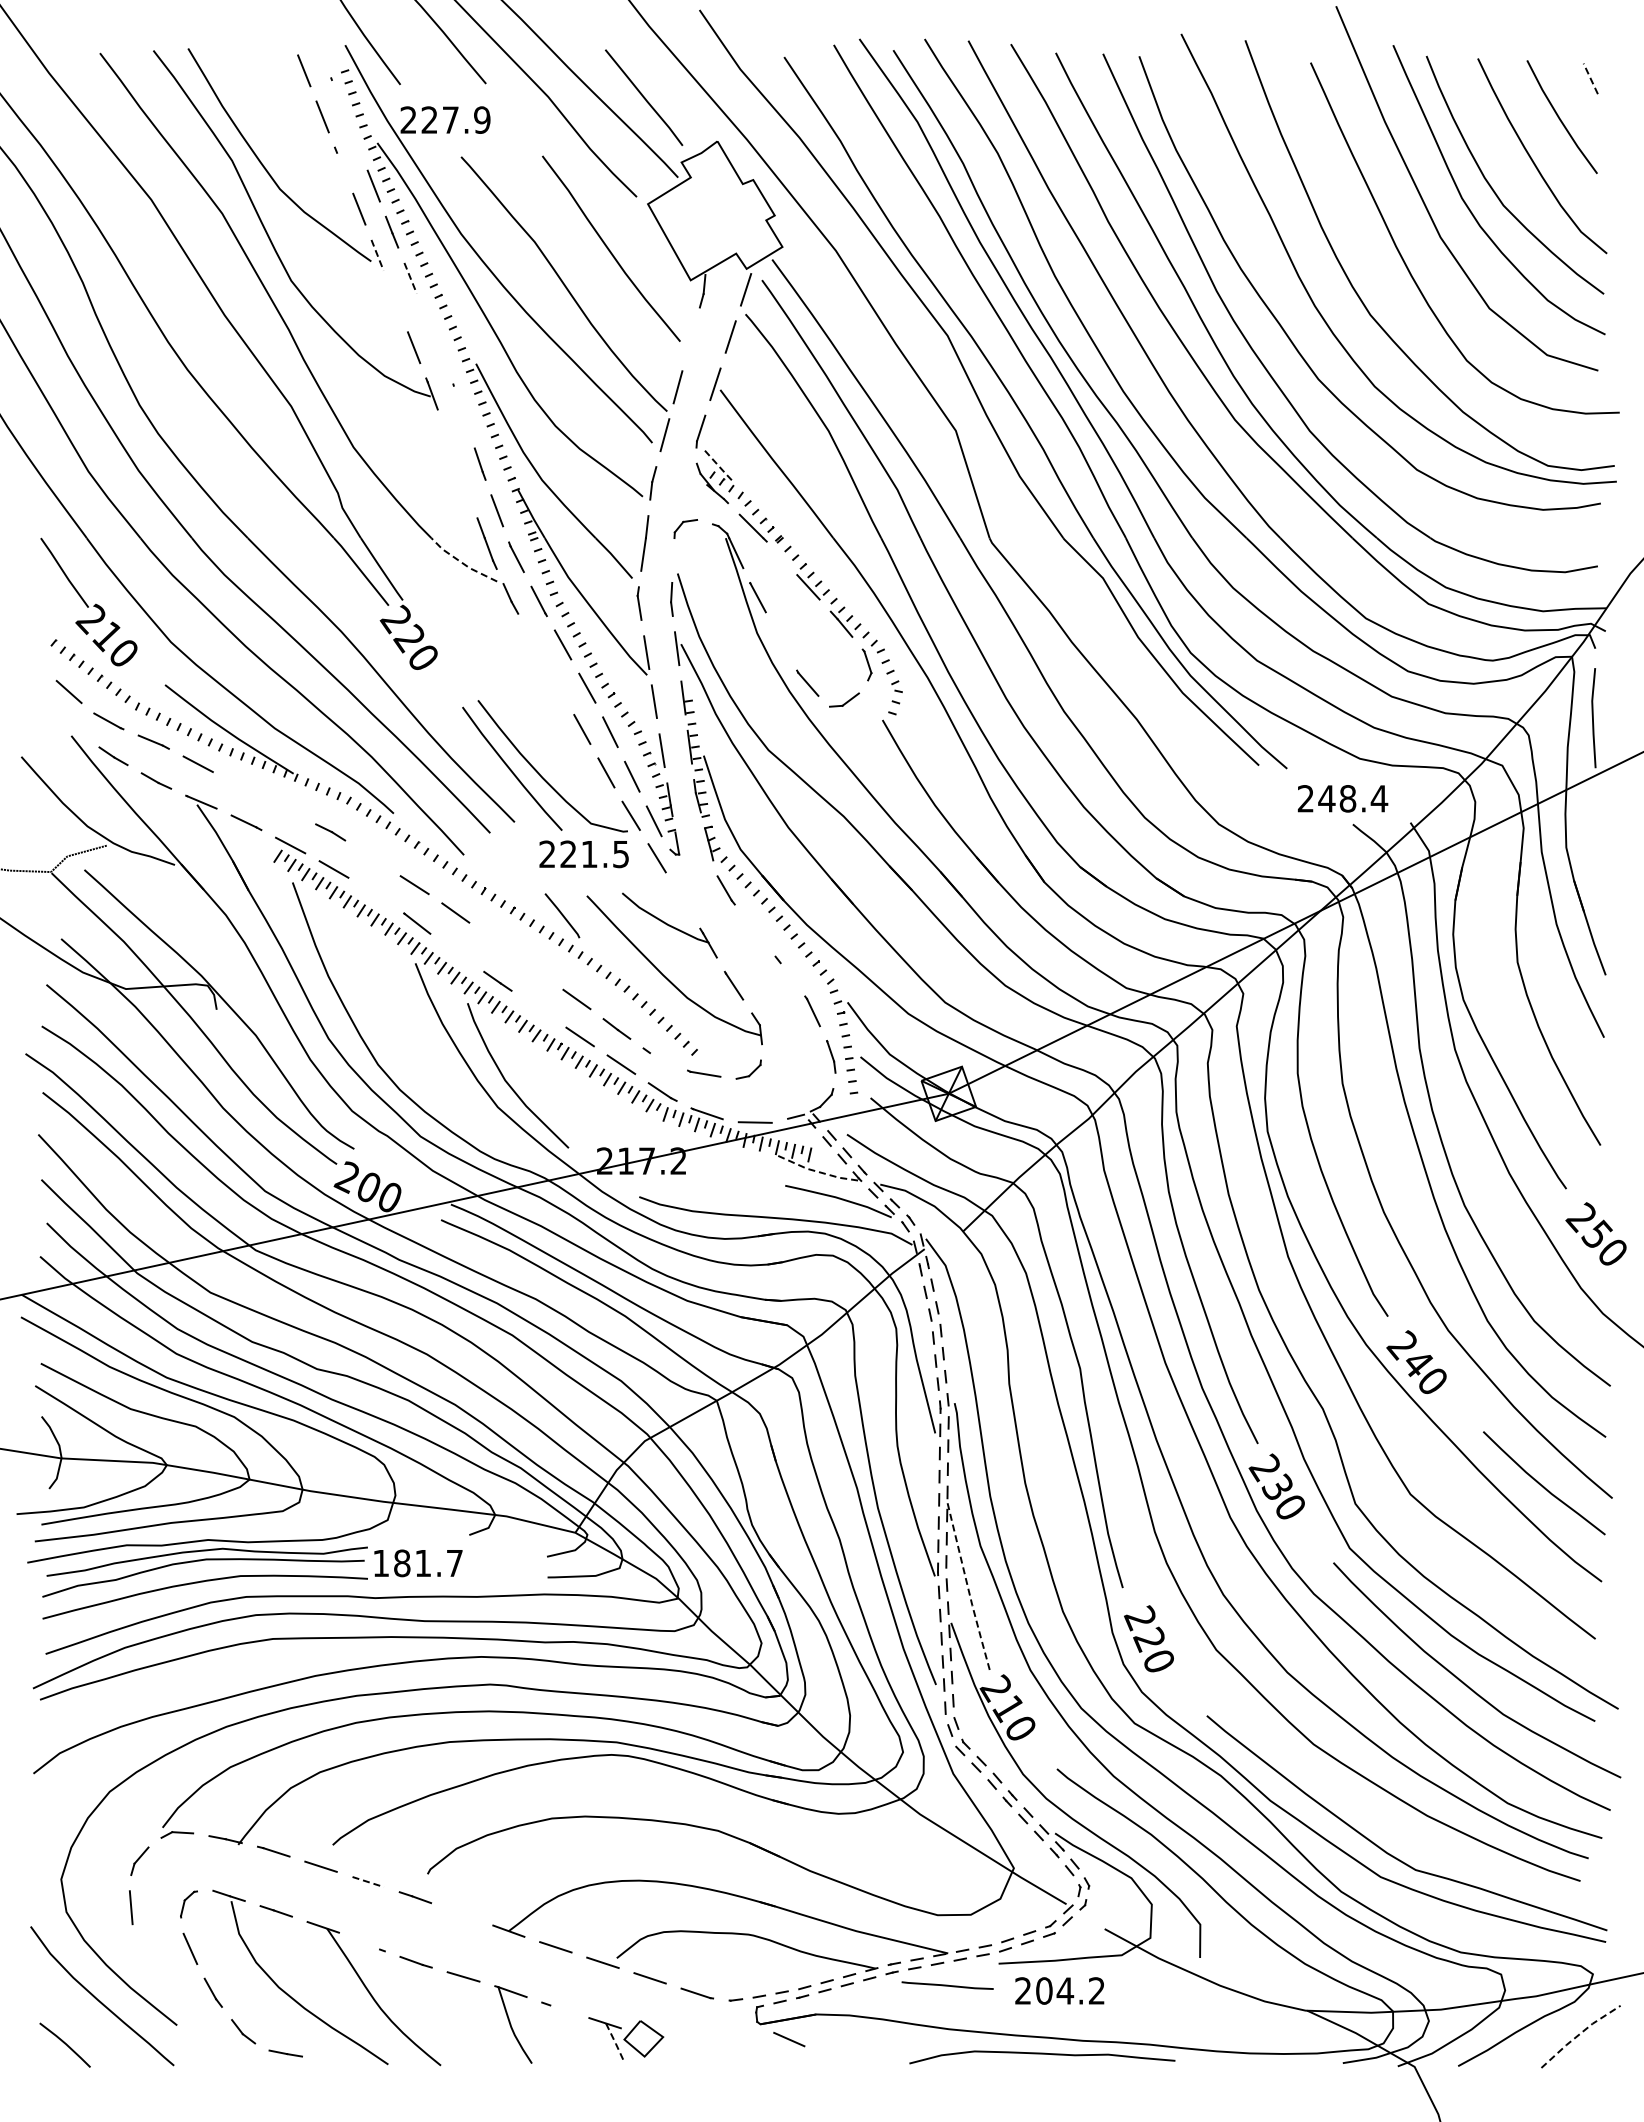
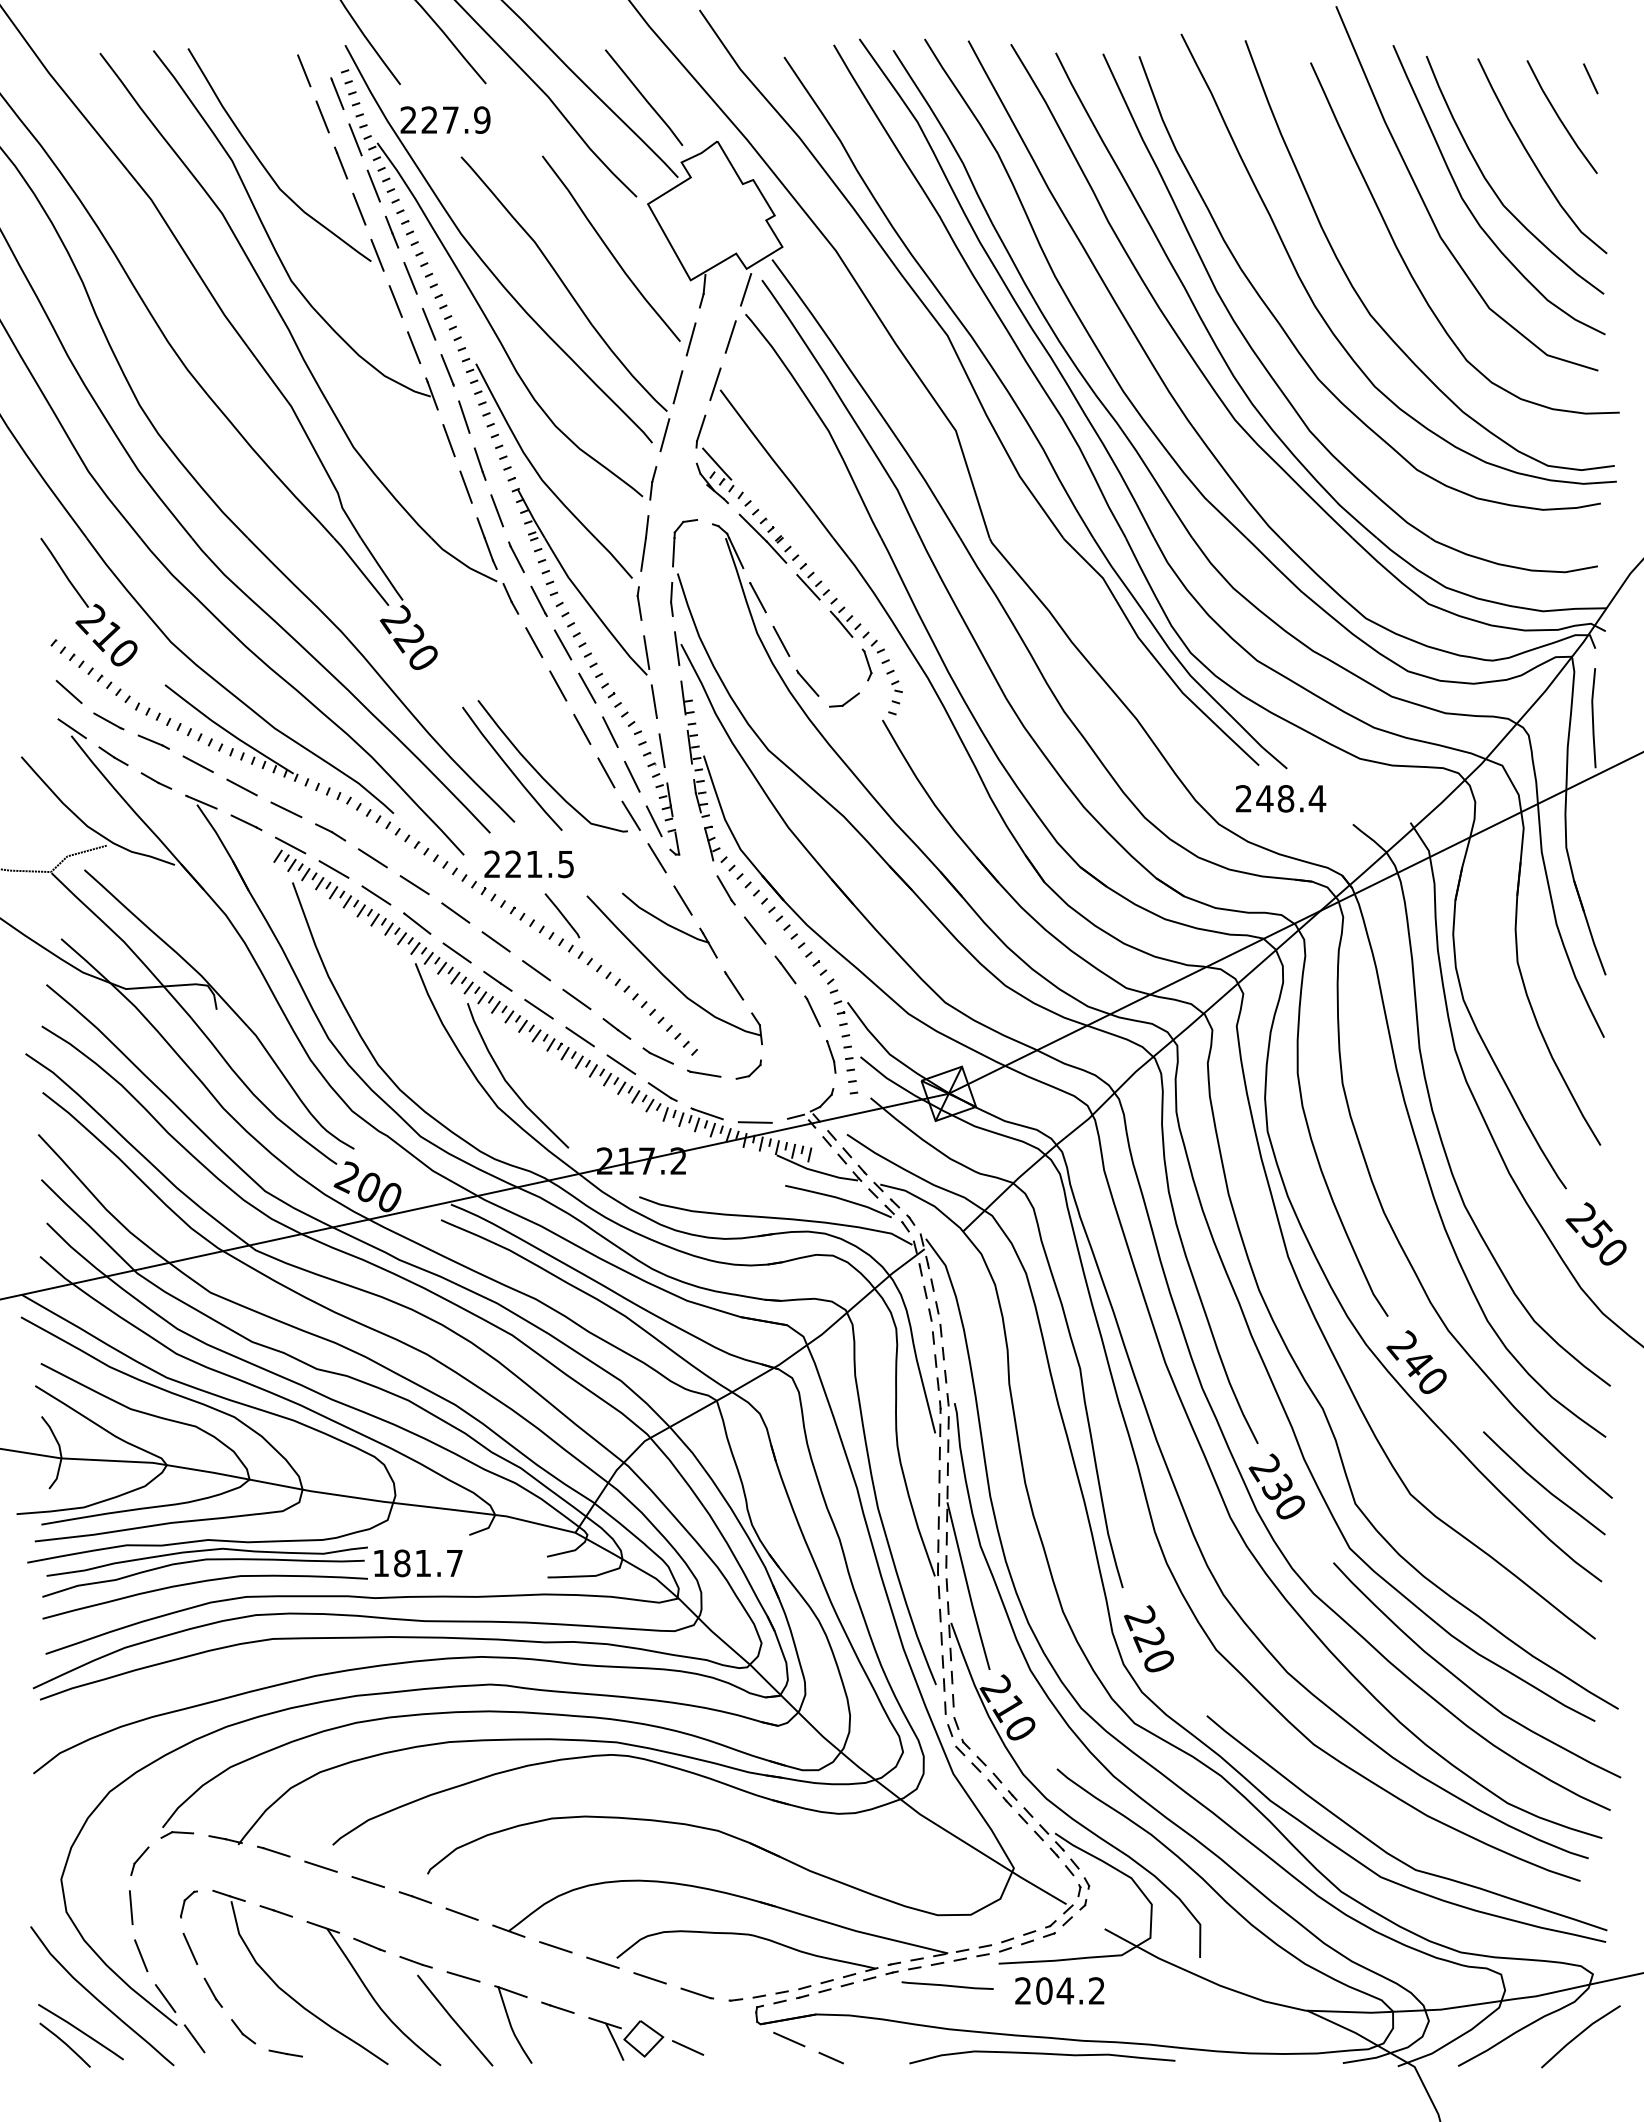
line at (1590, 78): dashed -> solid
line at (337, 94): none -> present
line at (355, 139): none -> present
line at (342, 165): none -> present
line at (377, 255): dashed -> solid
line at (410, 278): dashed -> solid
line at (395, 301): none -> present
line at (428, 323): none -> present
line at (690, 339): none -> present
line at (447, 369): none -> present
line at (464, 416): none -> present
line at (448, 440): none -> present
line at (717, 464): dashed -> solid
line at (465, 486): none -> present
line at (776, 551): none -> present
line at (673, 552): none -> present
line at (461, 562): dashed -> solid
line at (781, 641): none -> present
line at (534, 642): none -> present
line at (558, 685): none -> present
line at (71, 728): none -> present
line at (241, 787): none -> present
text at (1342, 798) position: (1342, 798) -> (1280, 798)
line at (286, 809): none -> present
text at (583, 854) position: (583, 854) -> (528, 864)
line at (372, 858): none -> present
line at (376, 895): none -> present
line at (682, 900): none -> present
line at (755, 930): none -> present
line at (495, 941): none -> present
line at (456, 952): none -> present
line at (536, 970): none -> present
line at (787, 973): none -> present
line at (538, 1008): none -> present
line at (661, 1058): none -> present
line at (815, 1171): dashed -> solid
line at (967, 1587): dashed -> solid
line at (368, 1882): dashed -> solid
line at (461, 1913): none -> present
line at (367, 1943): none -> present
line at (141, 1955): none -> present
line at (165, 1998): none -> present
line at (561, 2008): none -> present
line at (455, 2020): none -> present
line at (80, 2031): none -> present
line at (1579, 2034): dashed -> solid
line at (194, 2038): none -> present
line at (615, 2042): dashed -> solid
line at (688, 2047): none -> present
line at (830, 2057): none -> present
